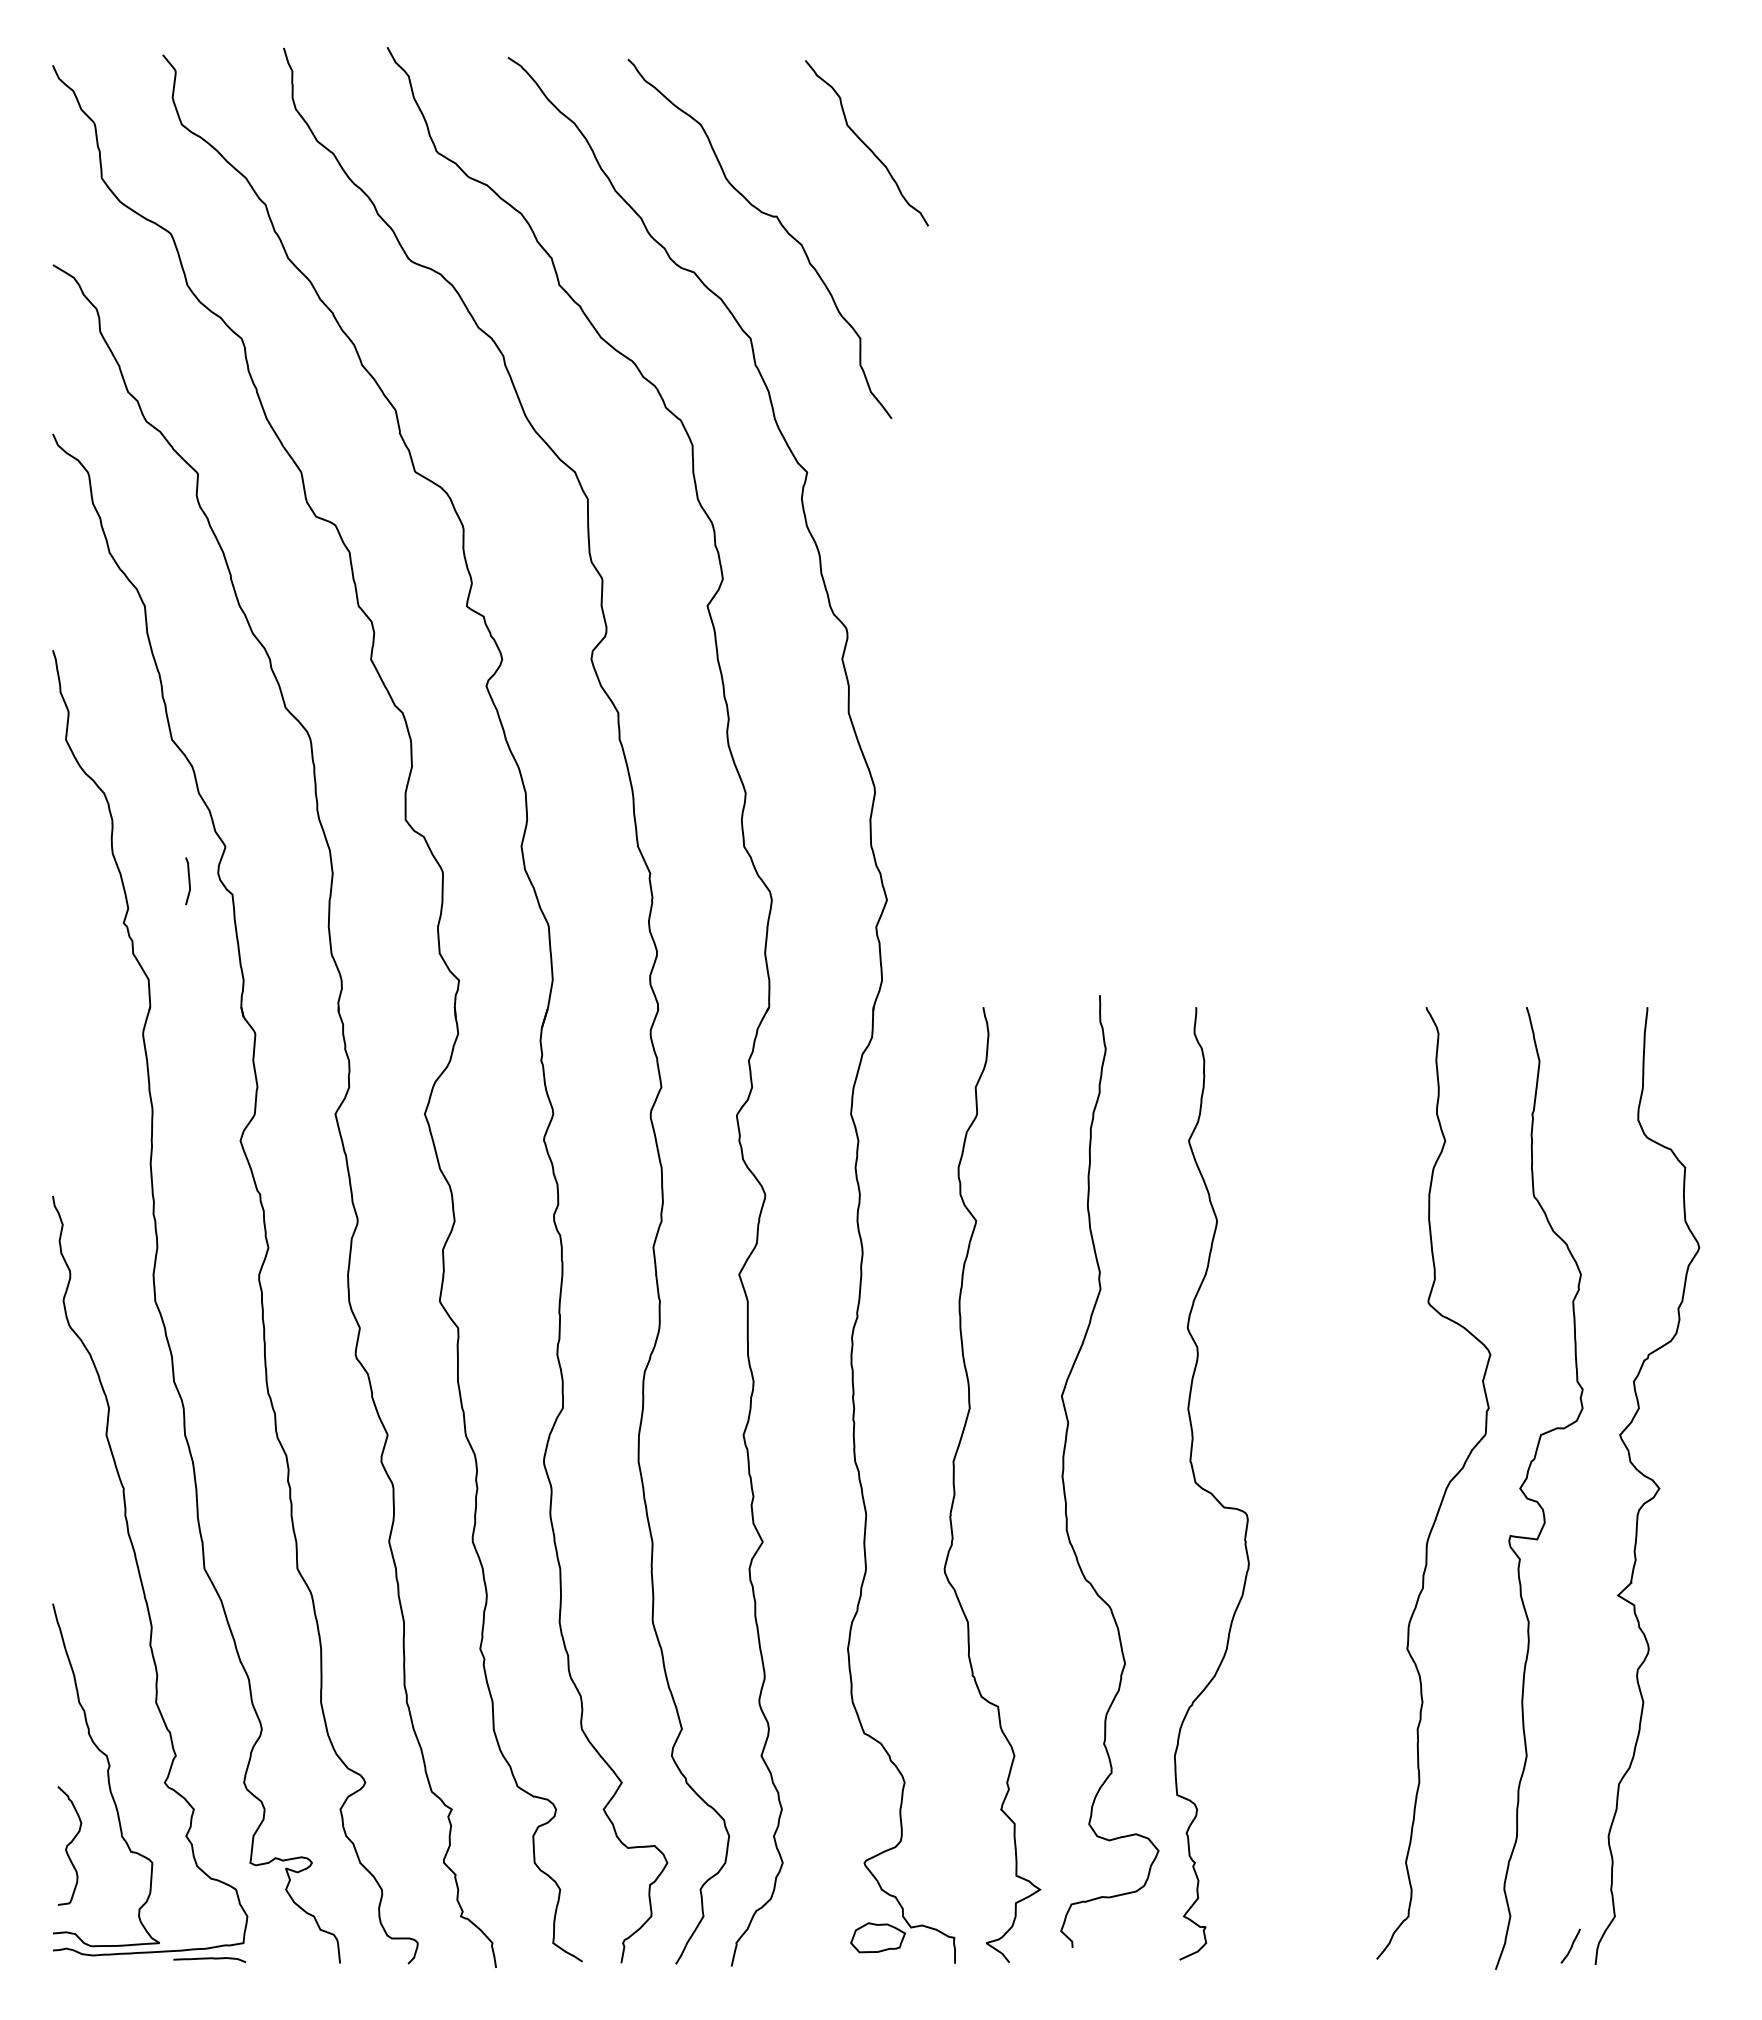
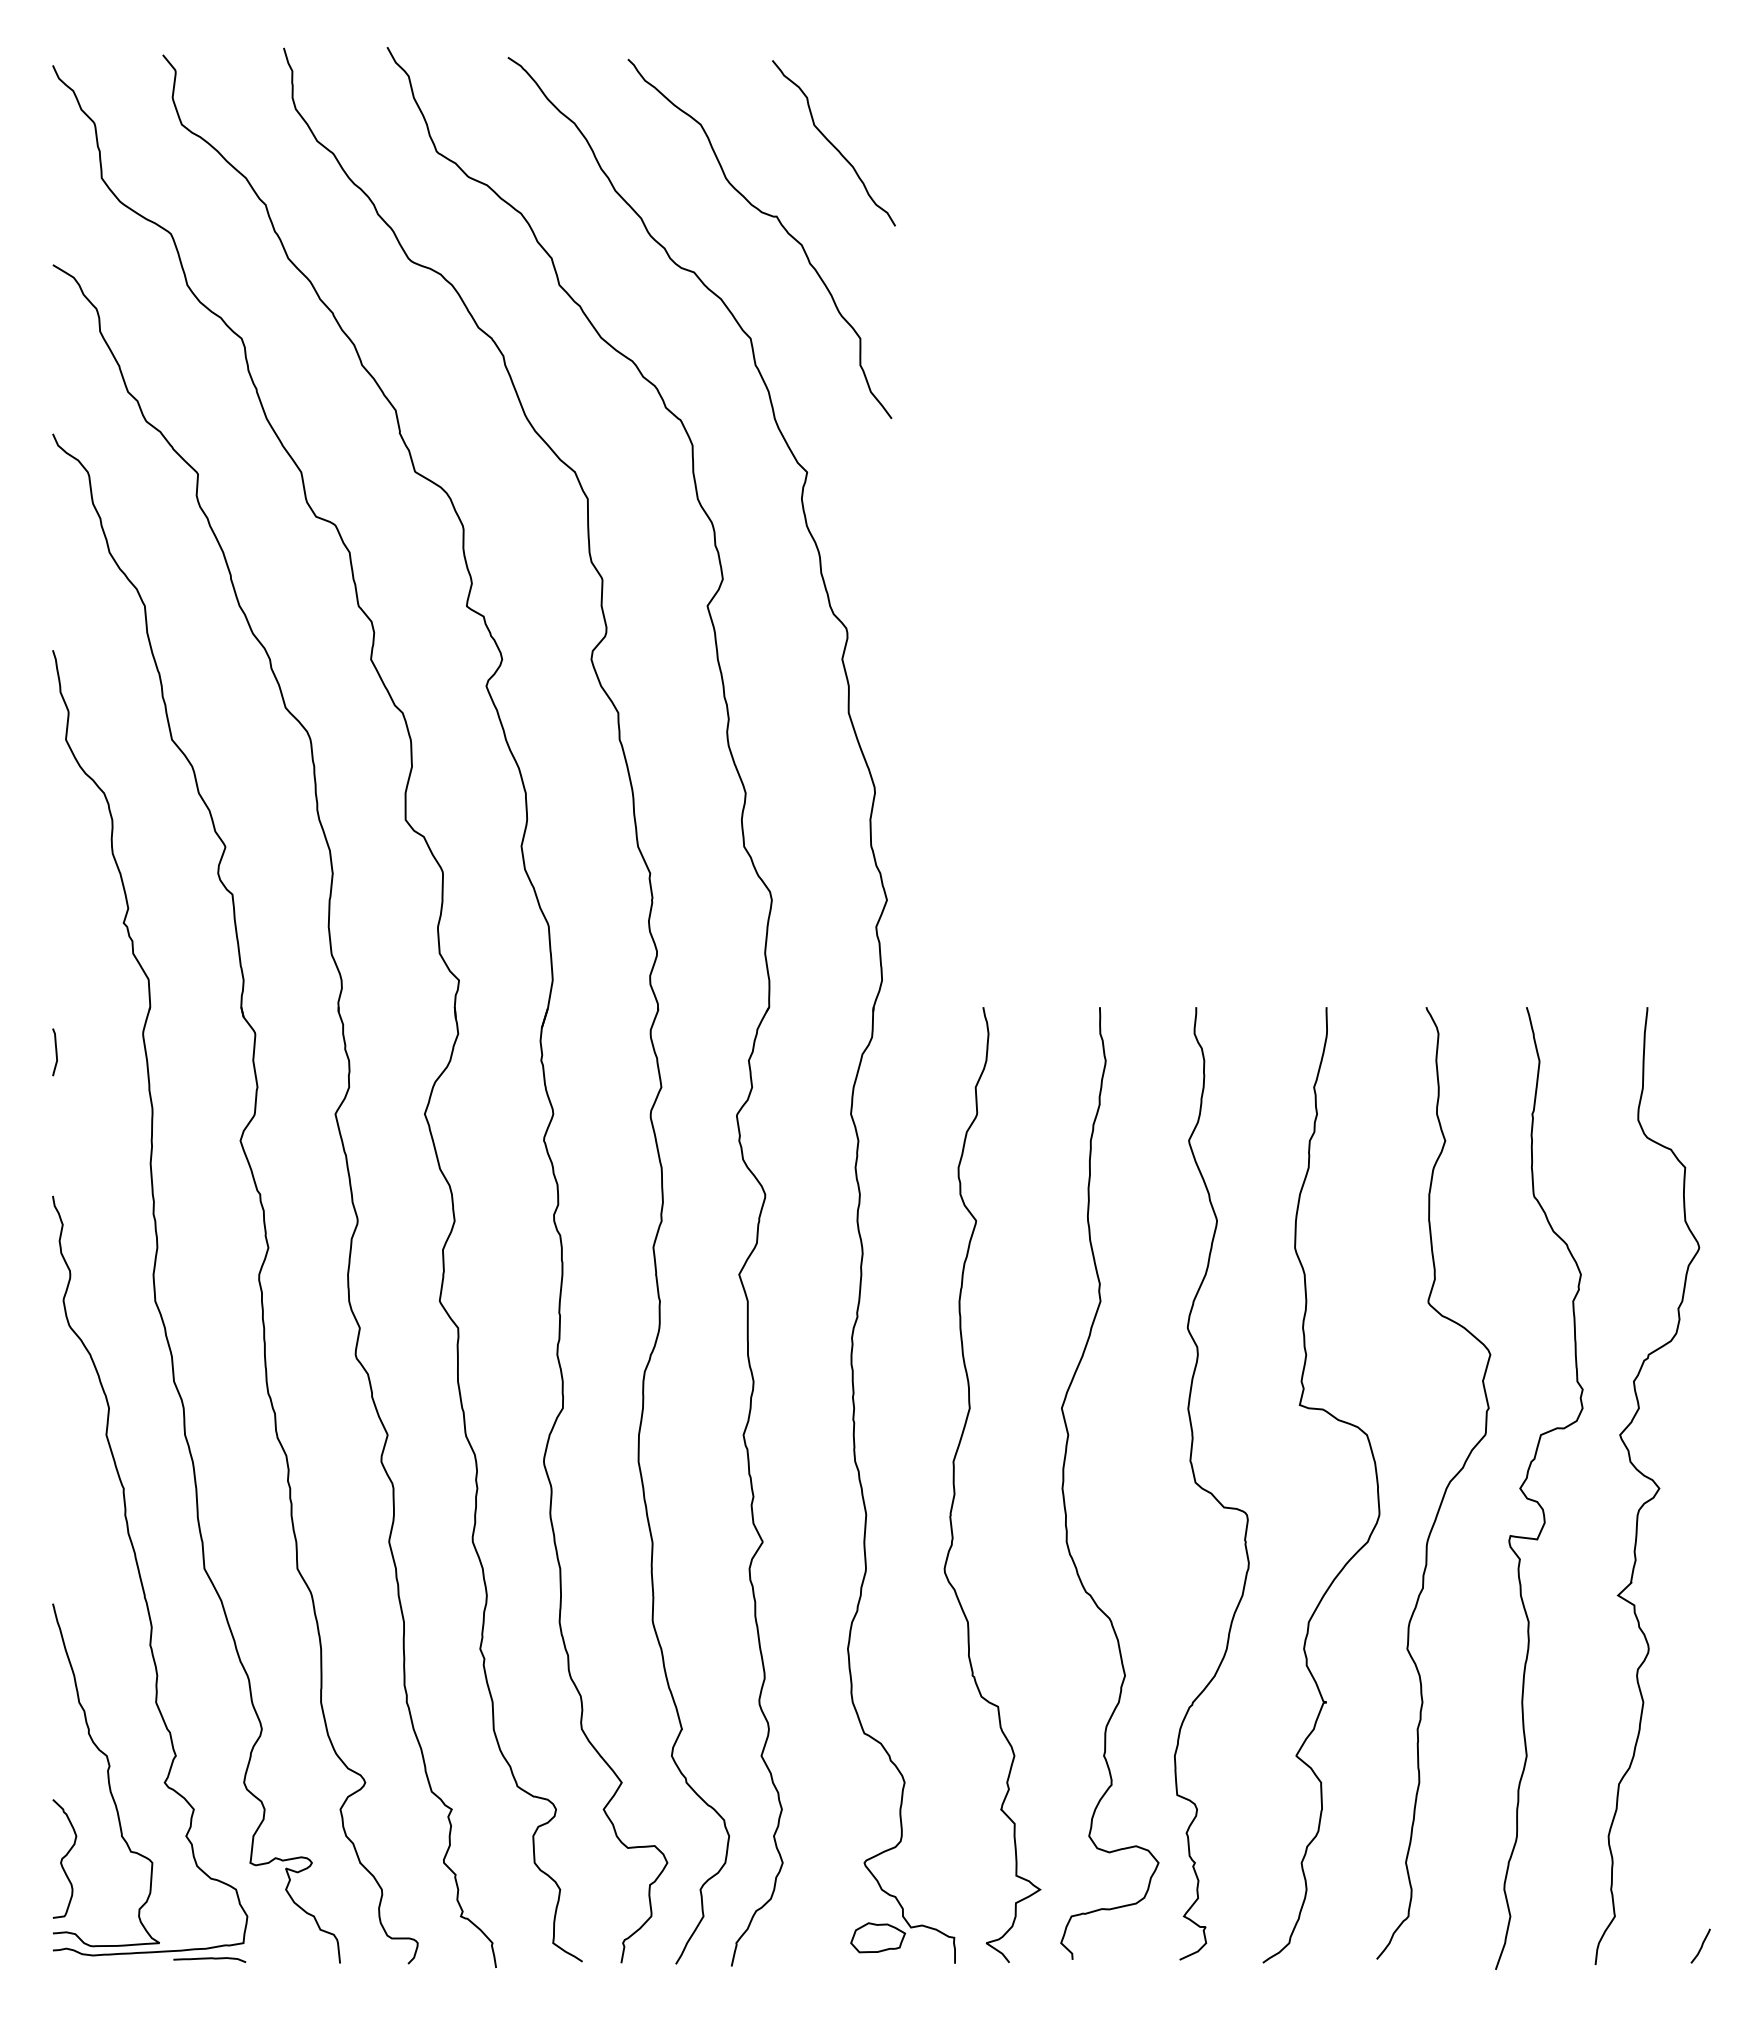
curve at (865, 143) position: (865, 143) -> (832, 143)
curve at (188, 881) position: (188, 881) -> (55, 1052)
curve at (1064, 1470) position: (1064, 1470) -> (1064, 1482)
curve at (1375, 1475): none -> present
curve at (69, 1845) position: (69, 1845) -> (64, 1858)
curve at (1571, 1945) position: (1571, 1945) -> (1701, 1945)
